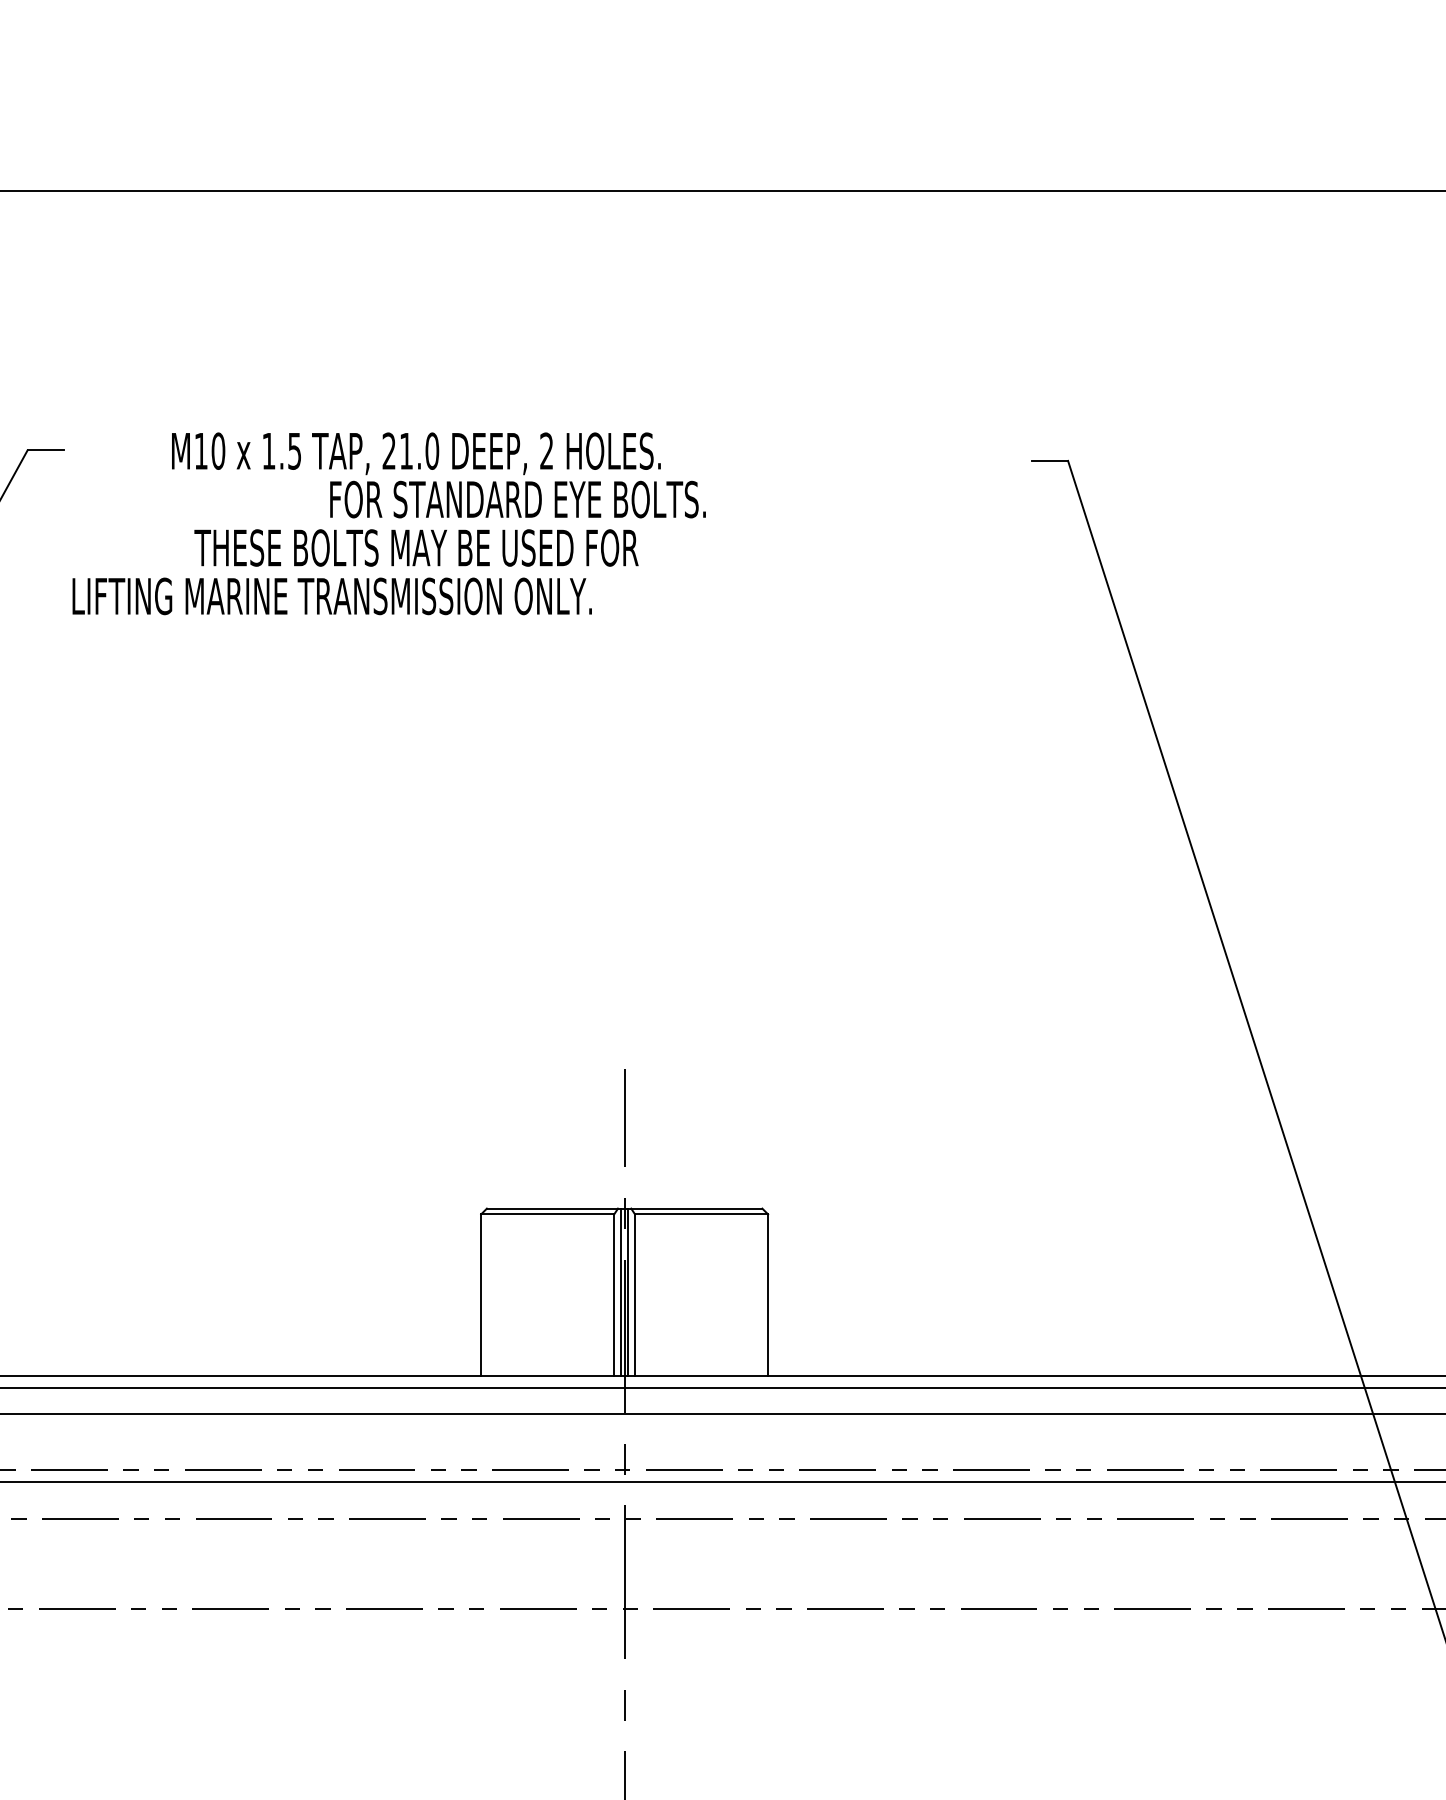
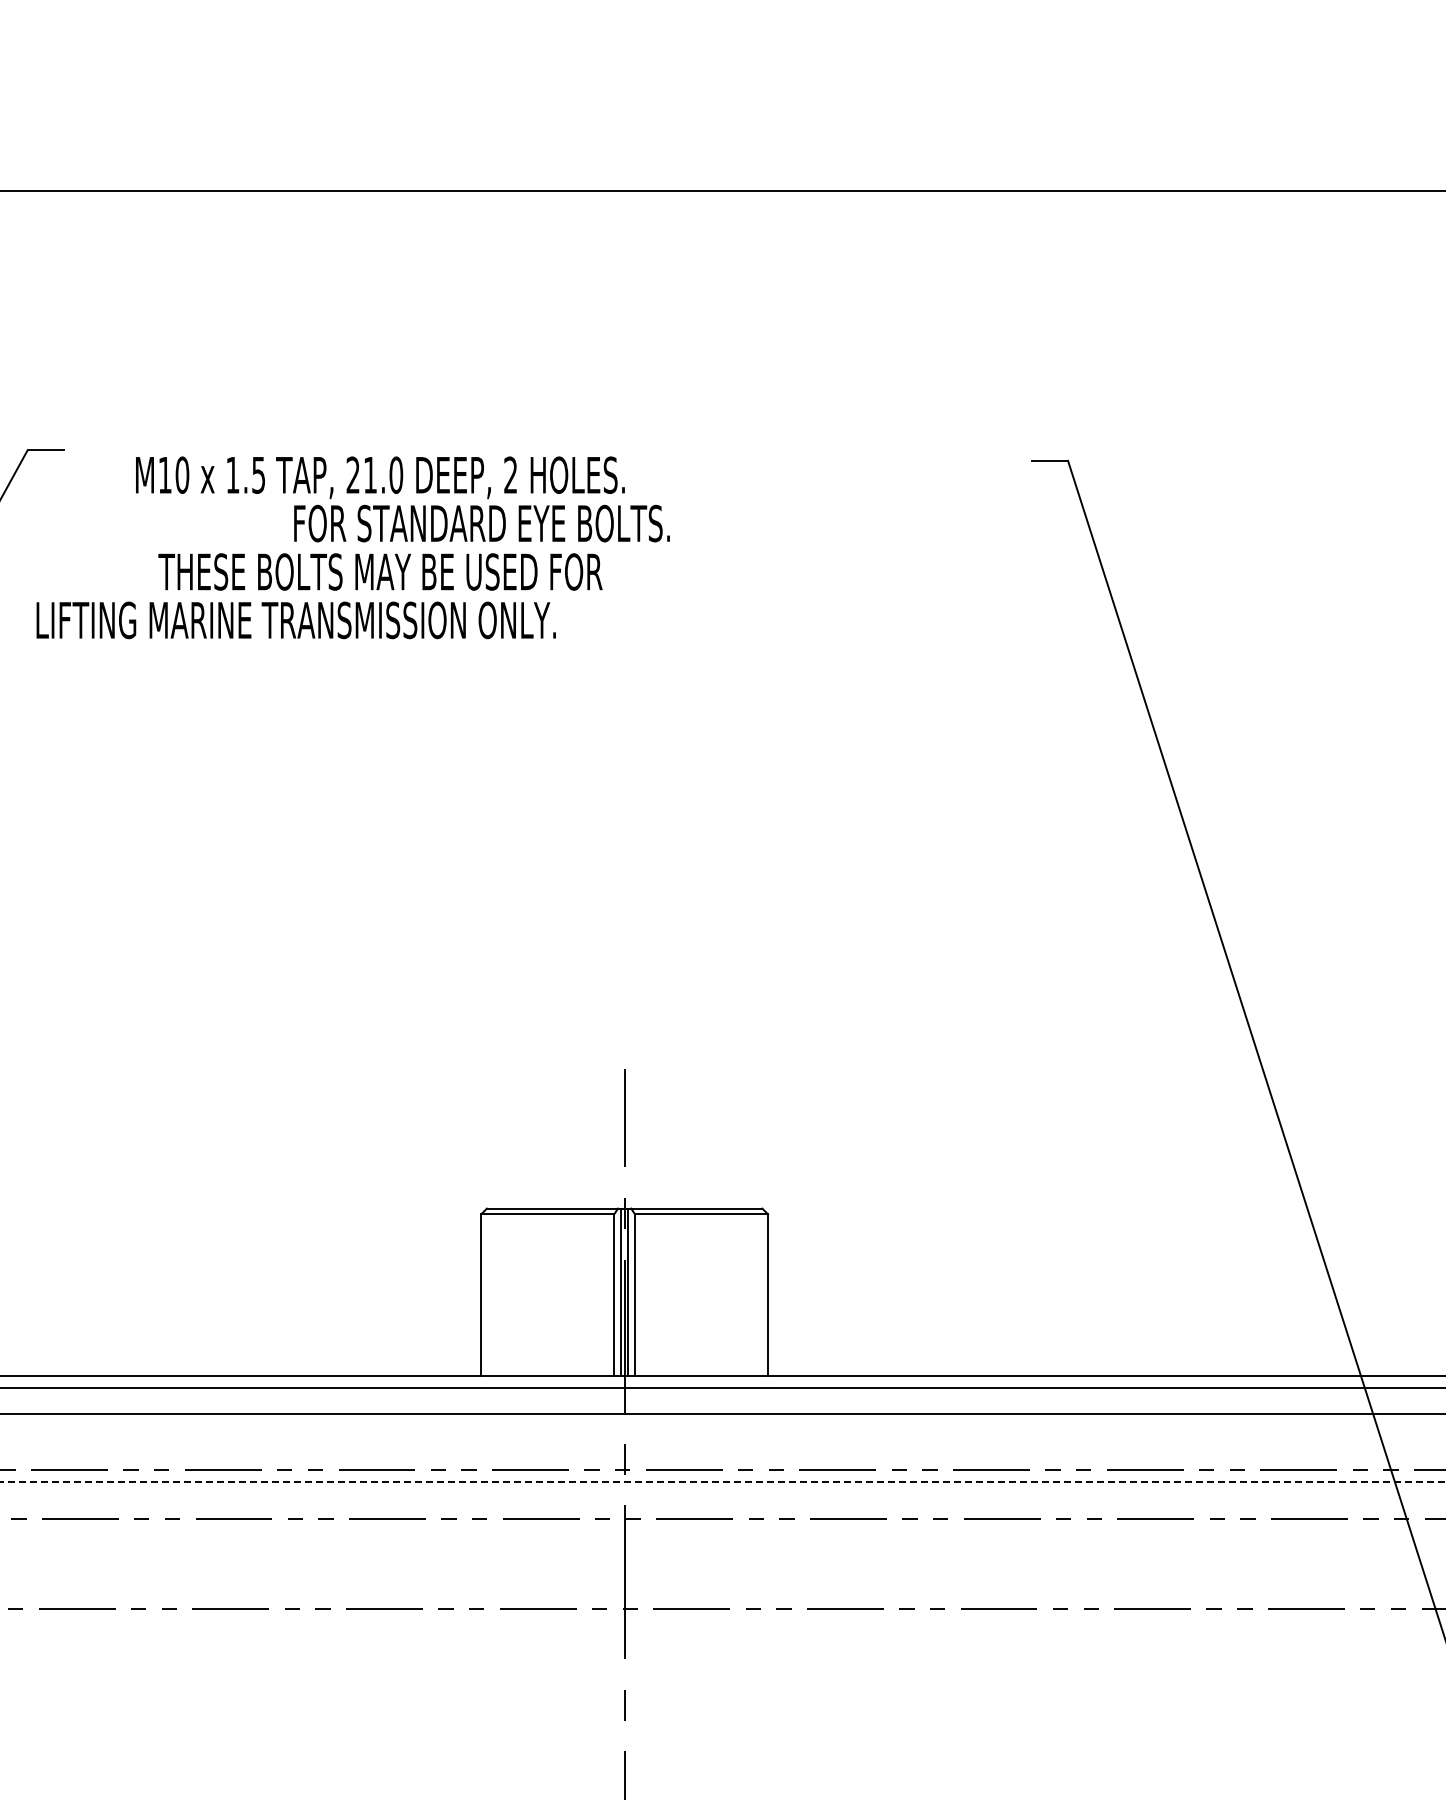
text at (388, 523) position: (388, 523) -> (352, 547)
line at (722, 1481): solid -> dashed
